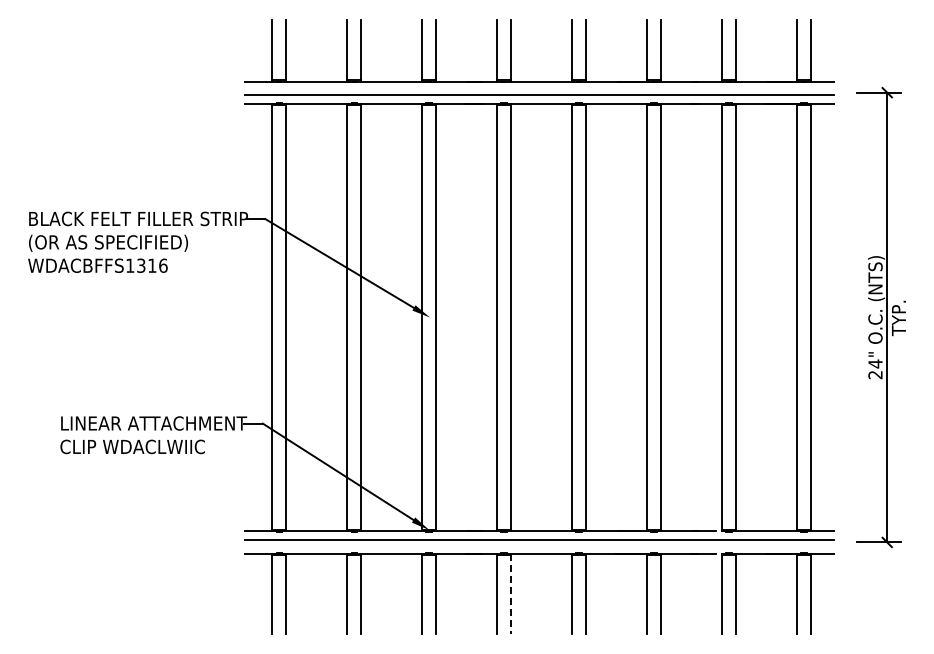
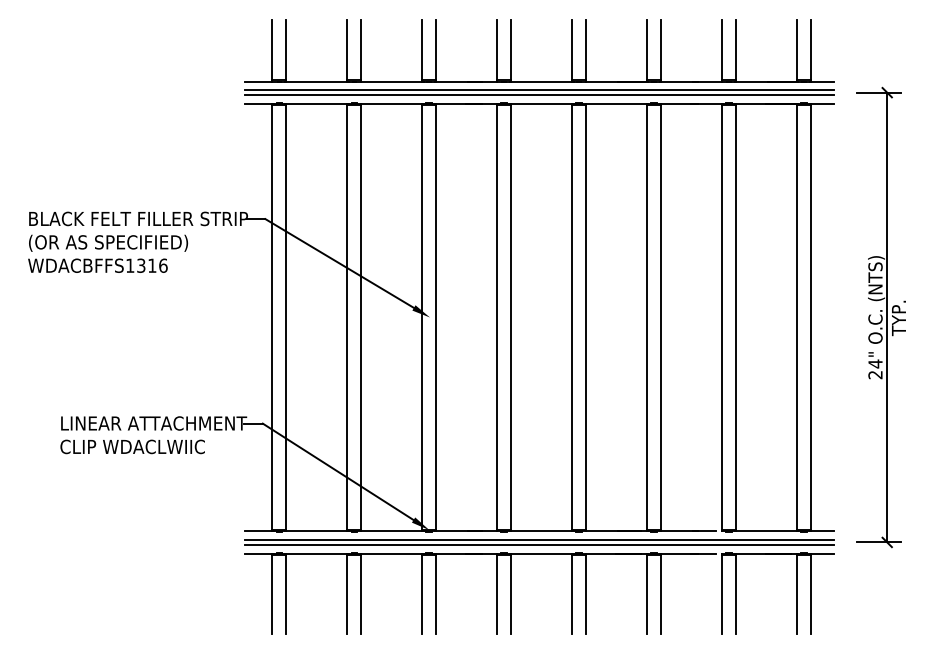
line at (539, 89): none -> present
line at (539, 545): none -> present
line at (511, 594): dashed -> solid
